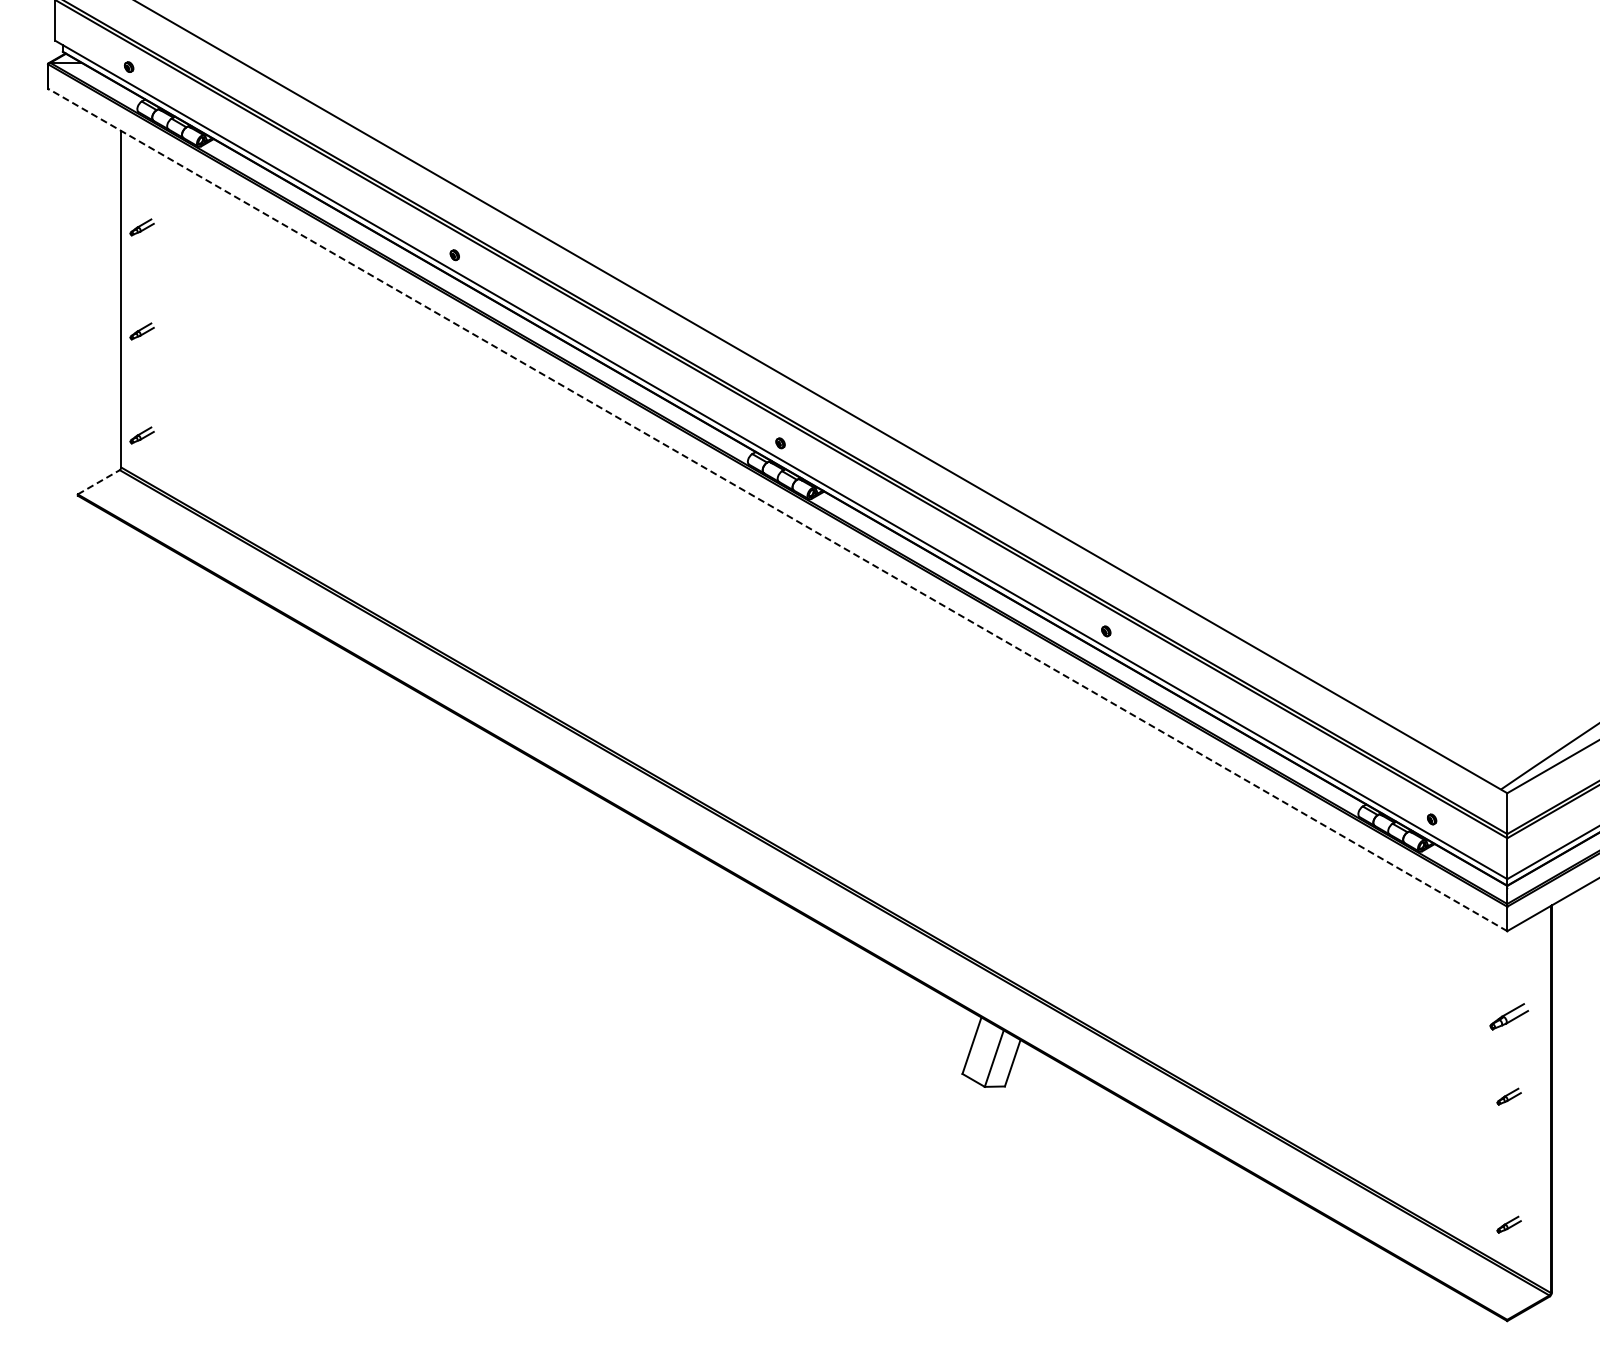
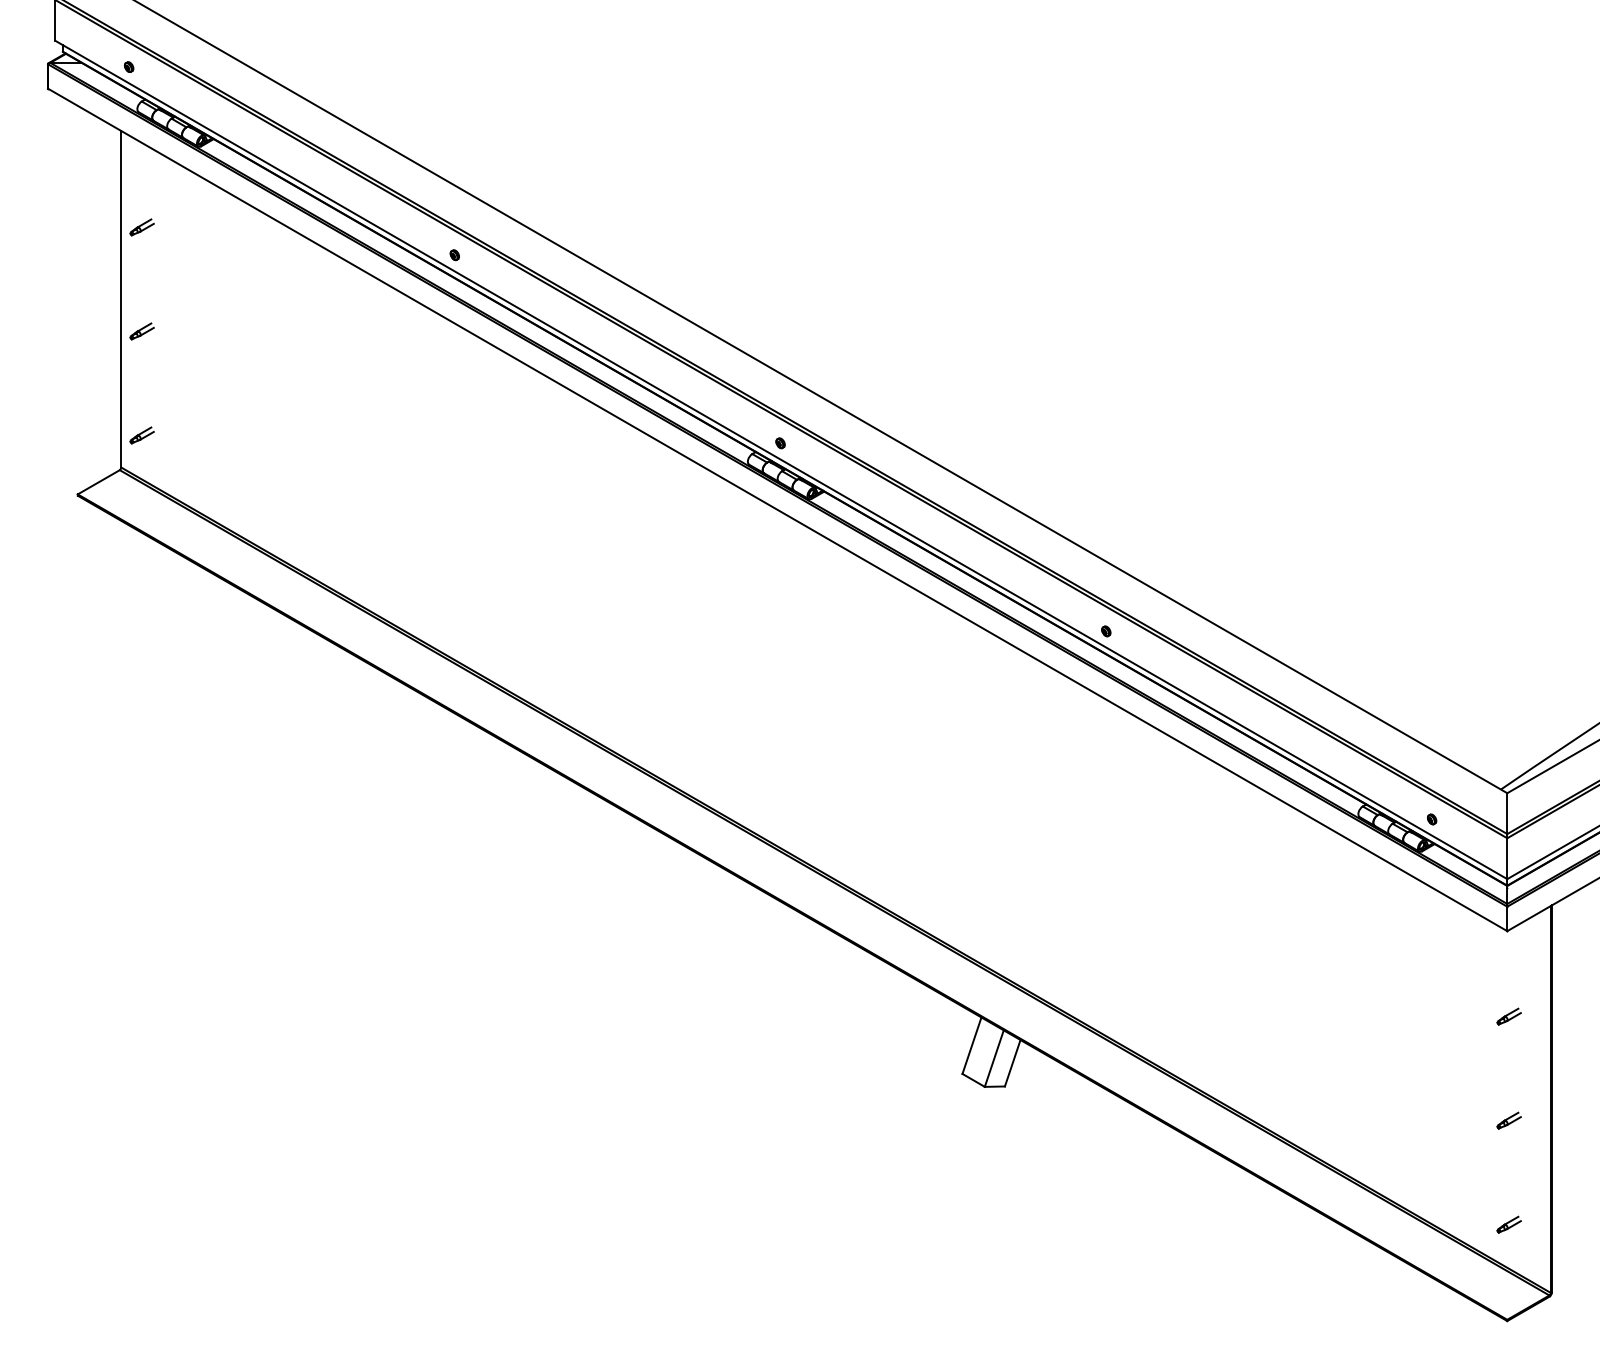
line at (99, 482): dashed -> solid
line at (777, 509): dashed -> solid
part at (1509, 1016) size: 41x28 px -> 26x19 px
part at (1508, 1096) position: (1508, 1096) -> (1508, 1120)
